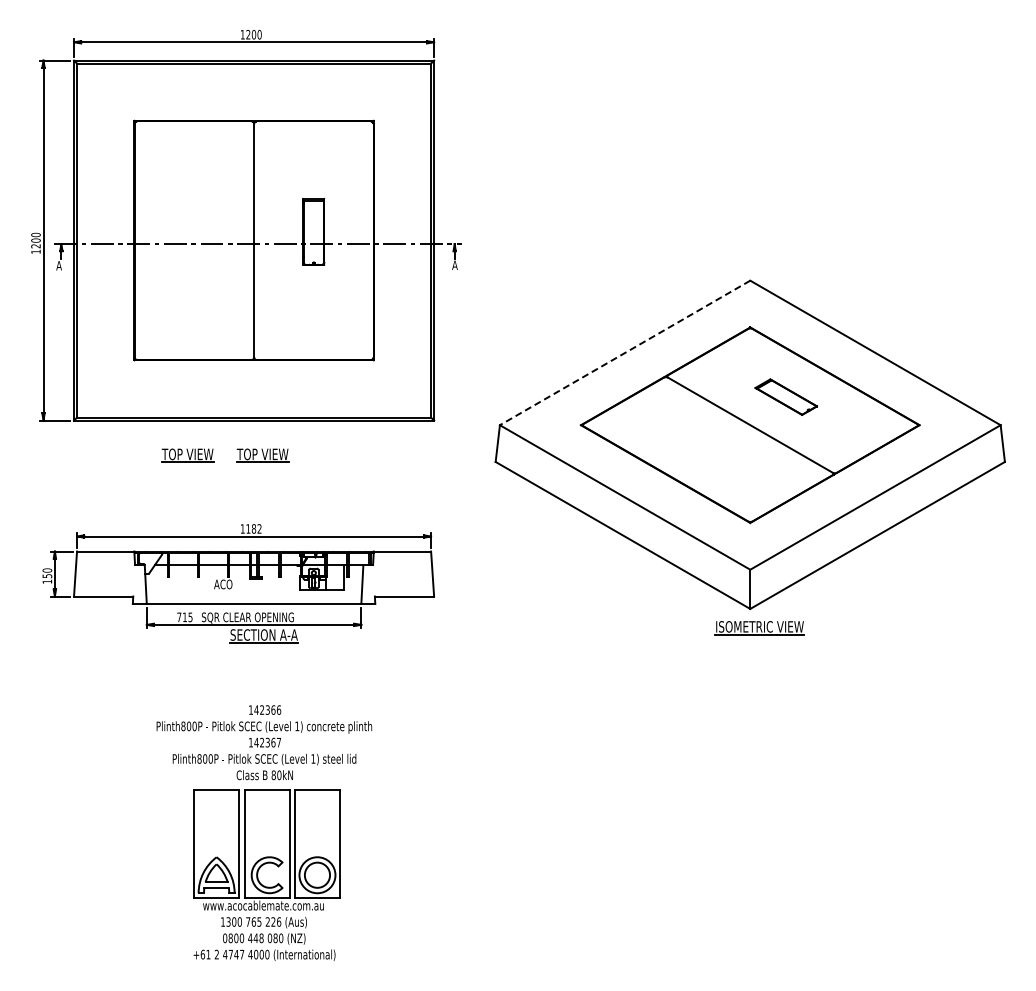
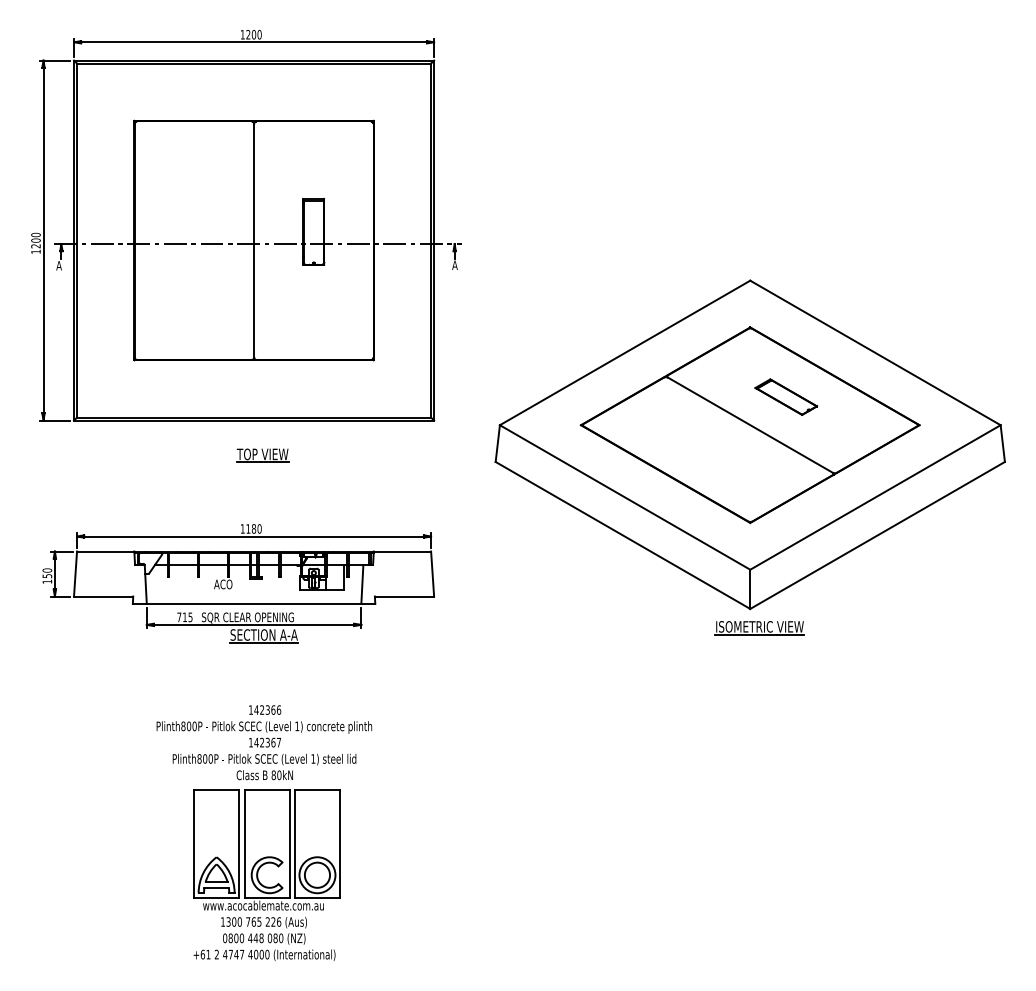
line at (625, 352): dashed -> solid
part at (187, 455): present -> none
text at (259, 528): 1182 -> 1180
